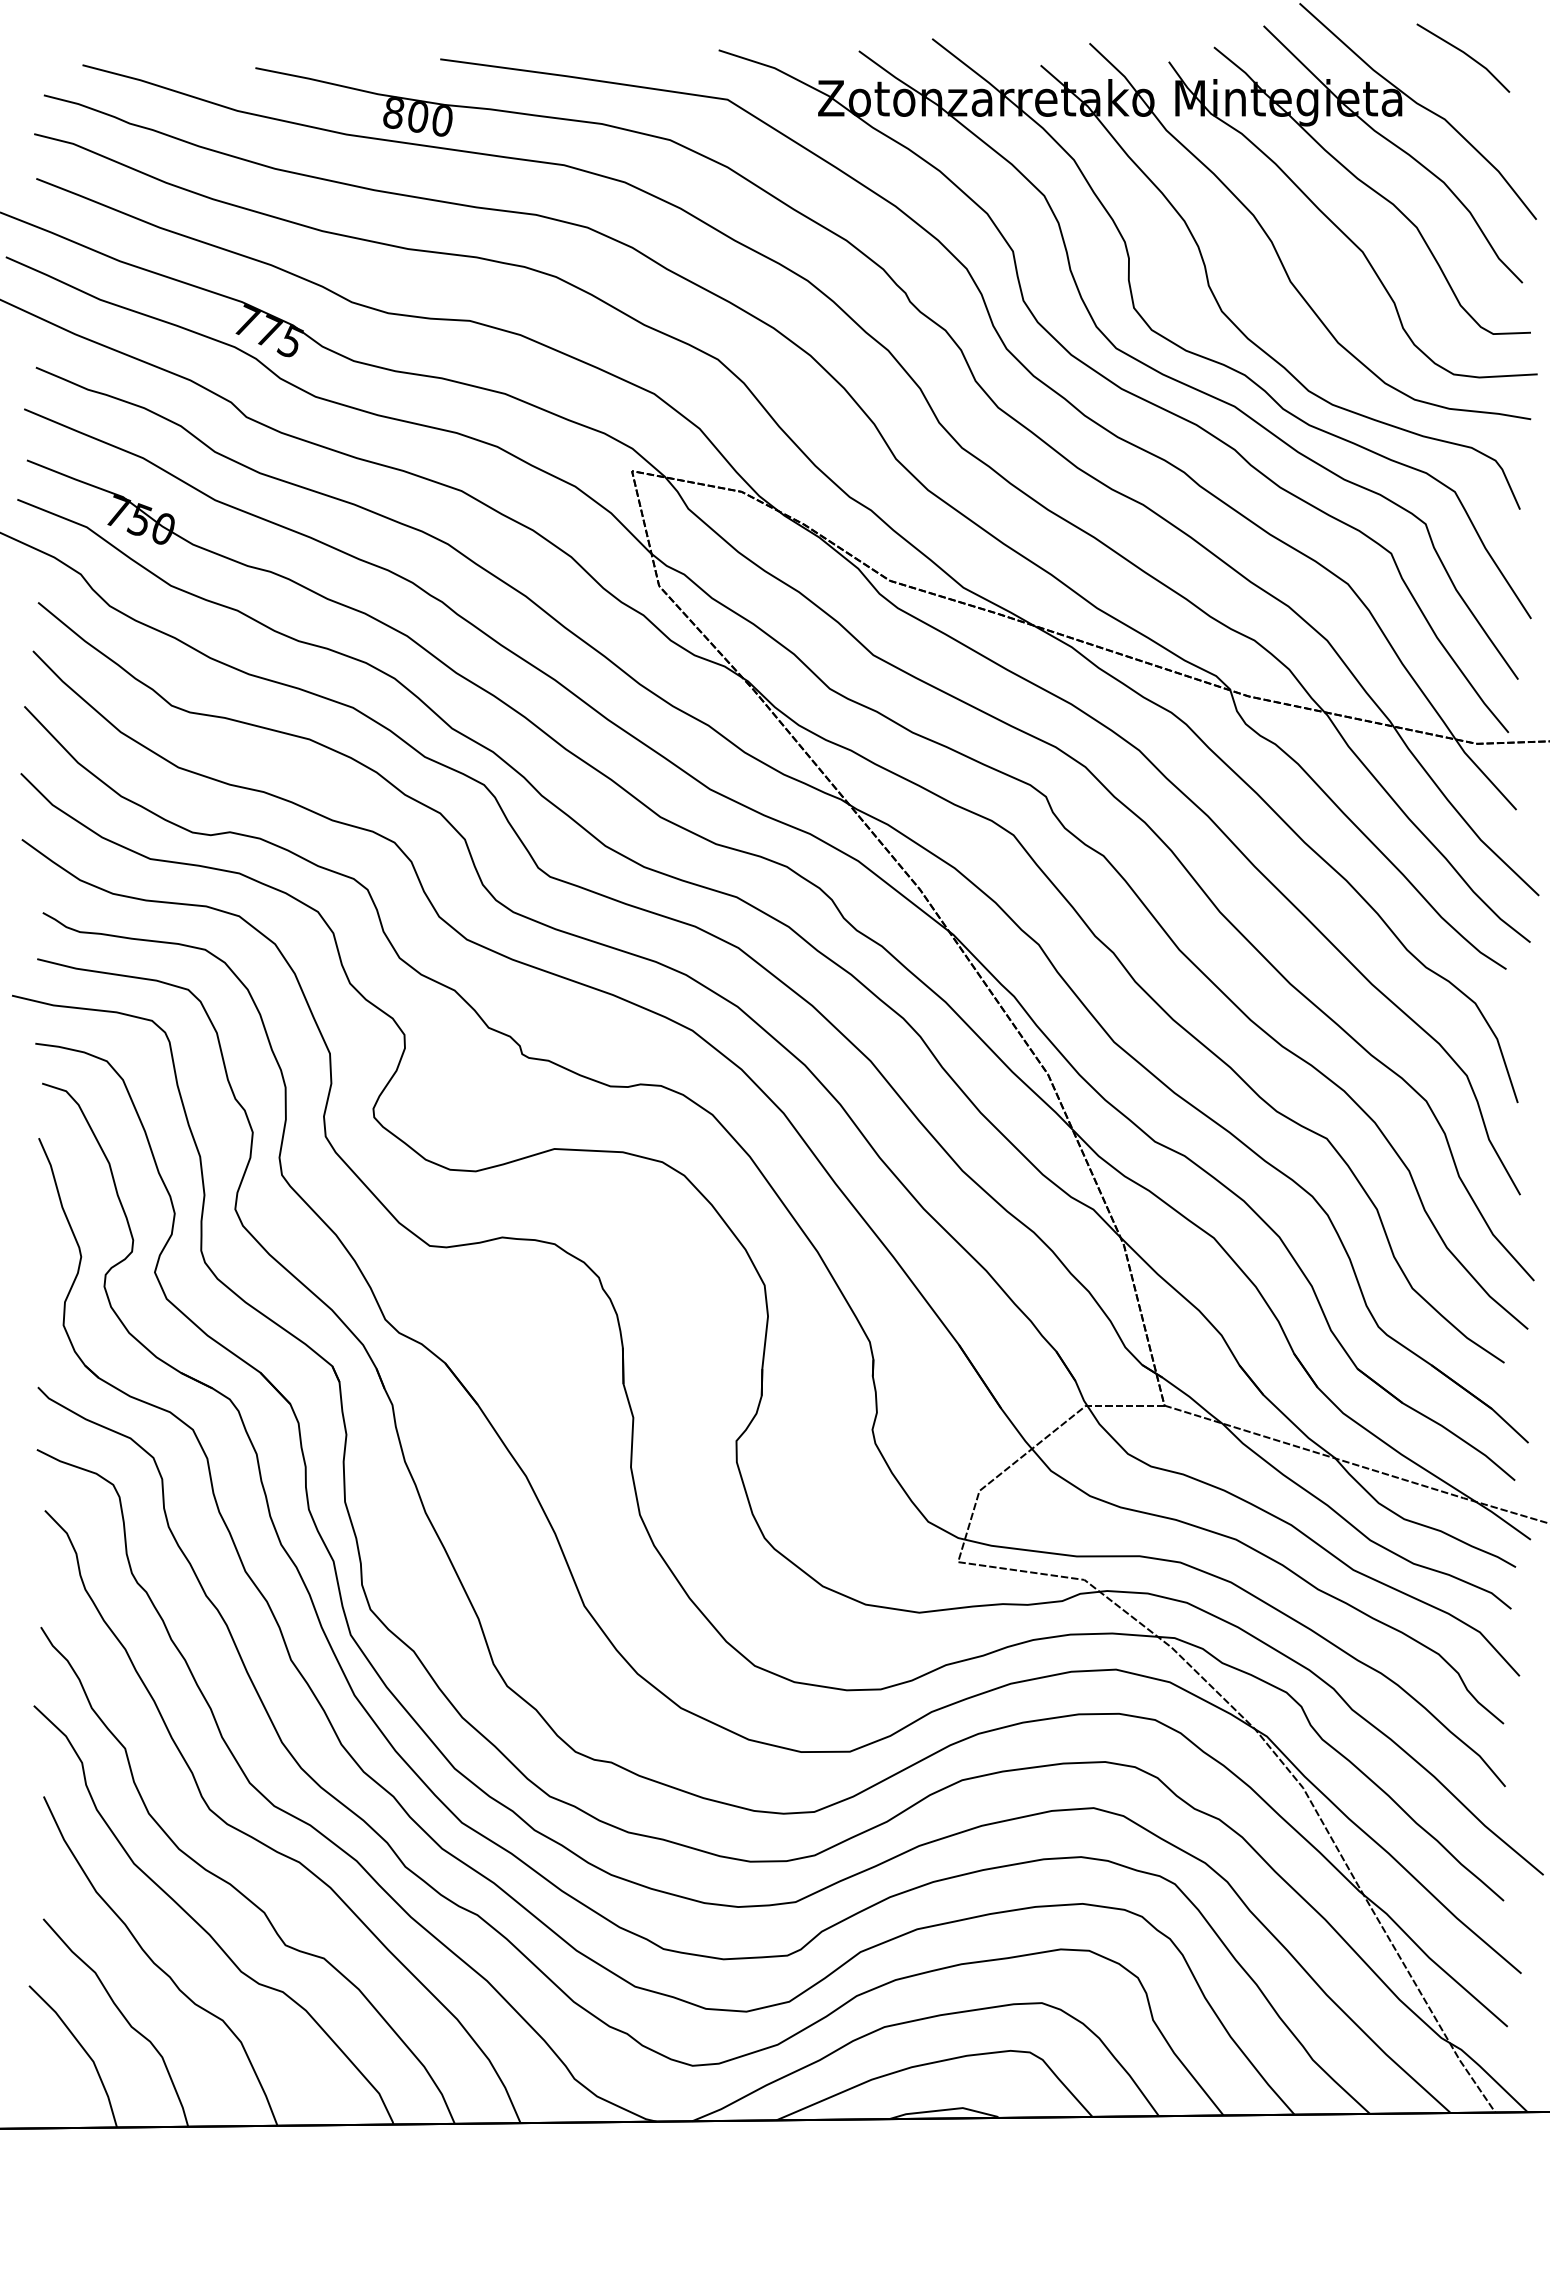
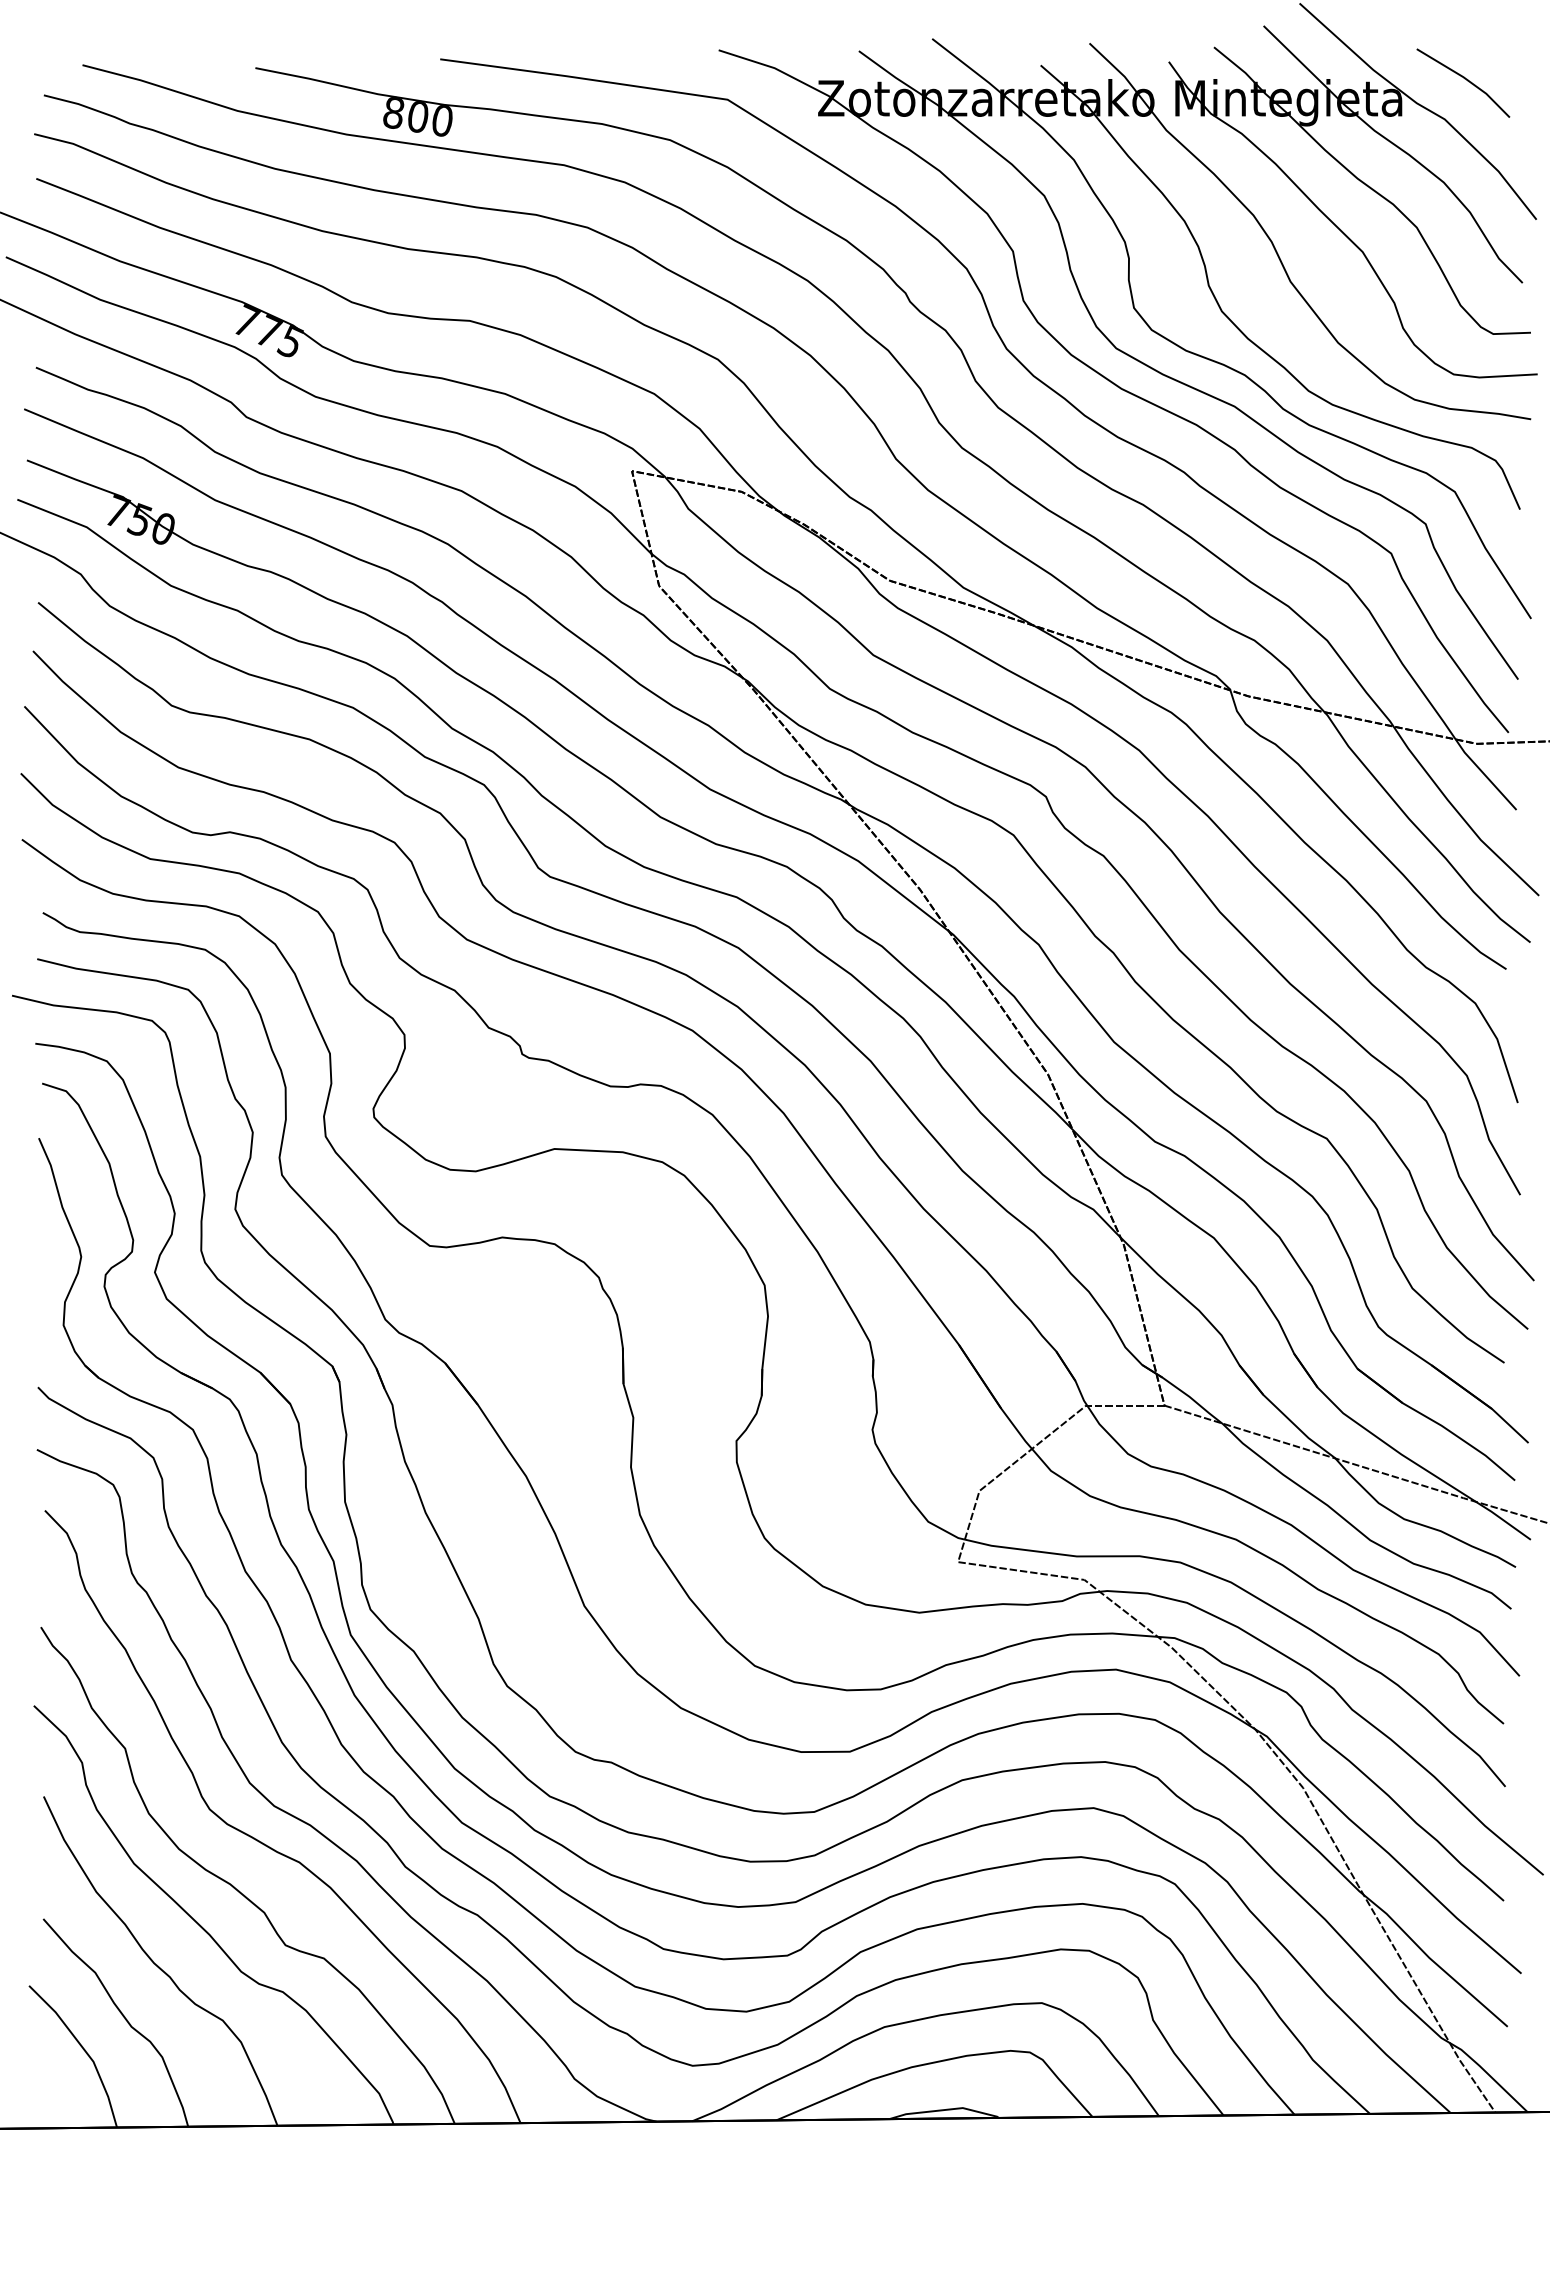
line at (1464, 54) position: (1464, 54) -> (1464, 79)
